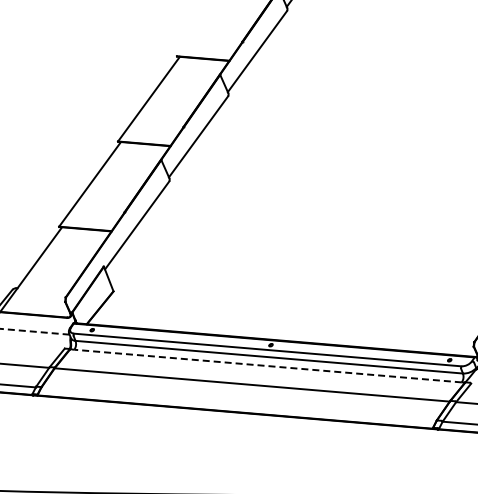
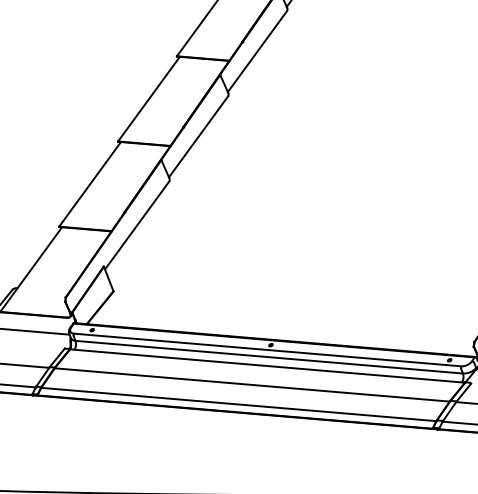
line at (196, 29): none -> present
line at (34, 331): dashed -> solid
line at (267, 366): dashed -> solid
line at (238, 404): none -> present
